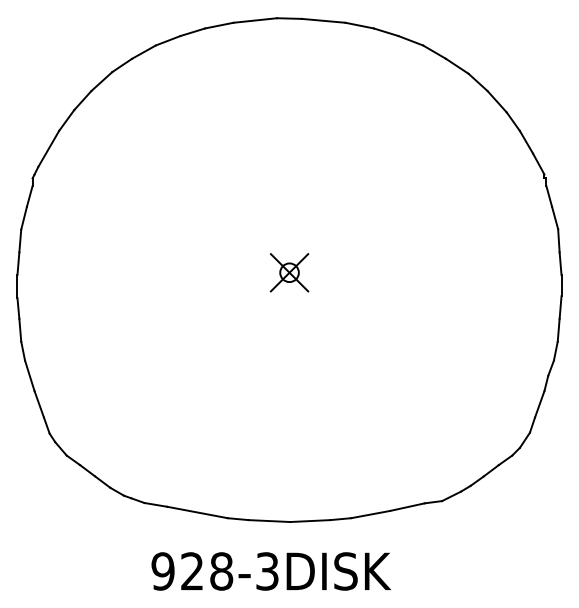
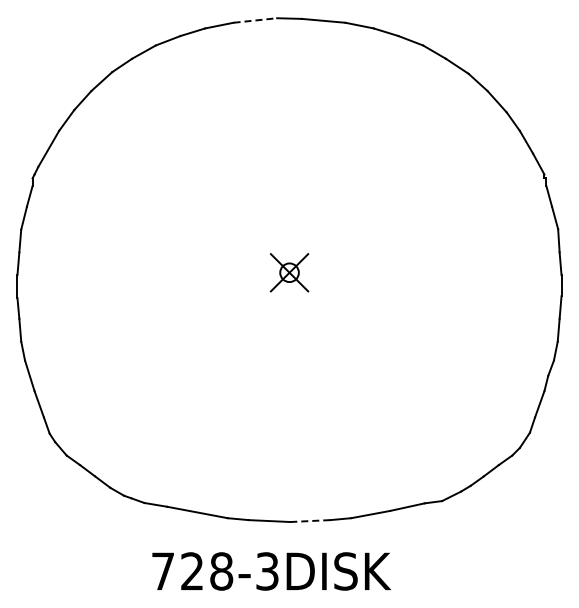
line at (255, 20): solid -> dashed
line at (310, 521): solid -> dashed
text at (162, 571): 928-3DISK -> 728-3DISK
